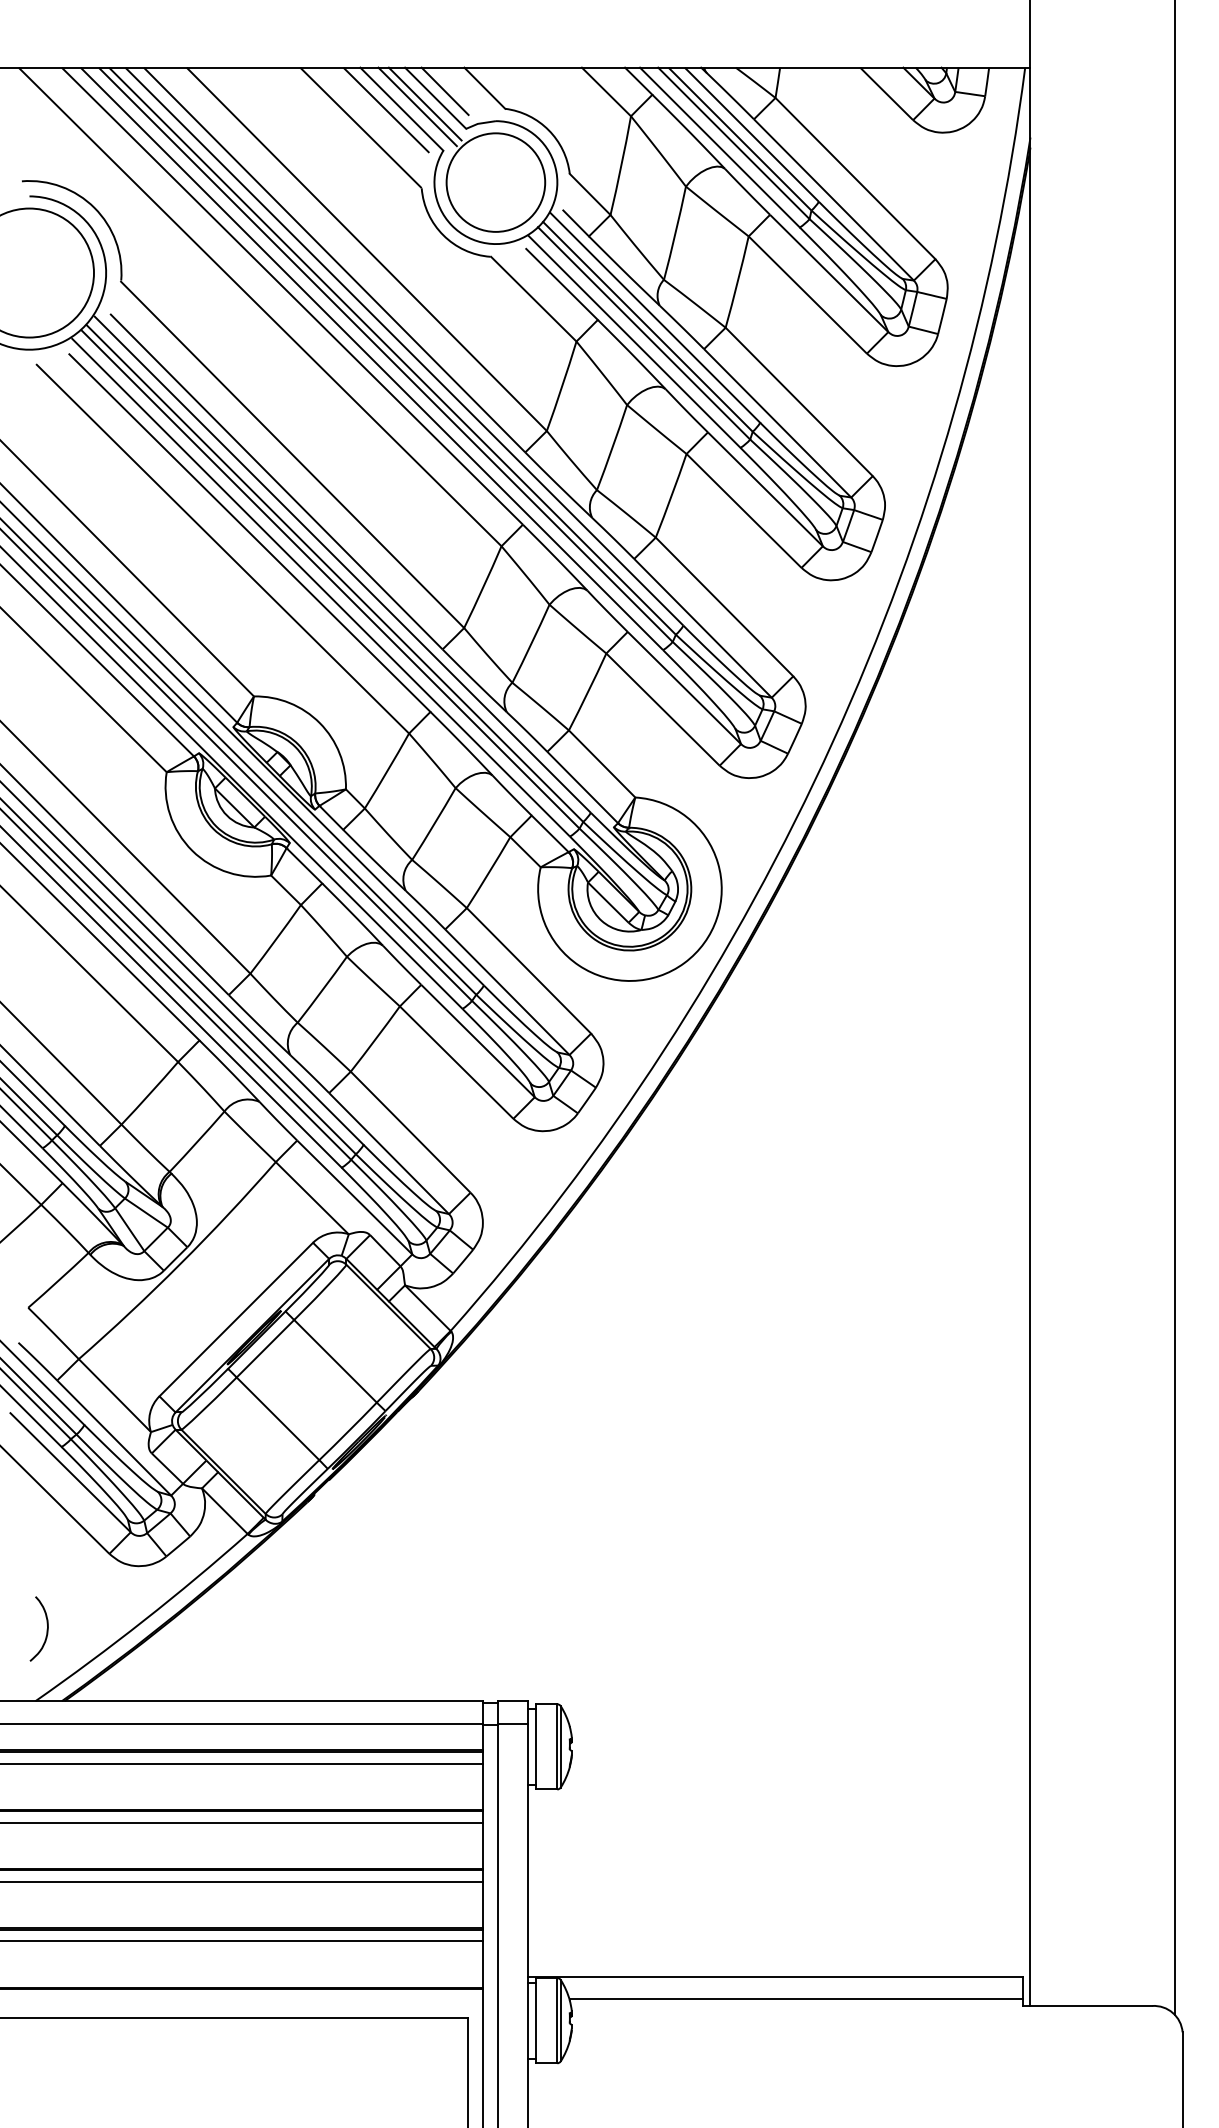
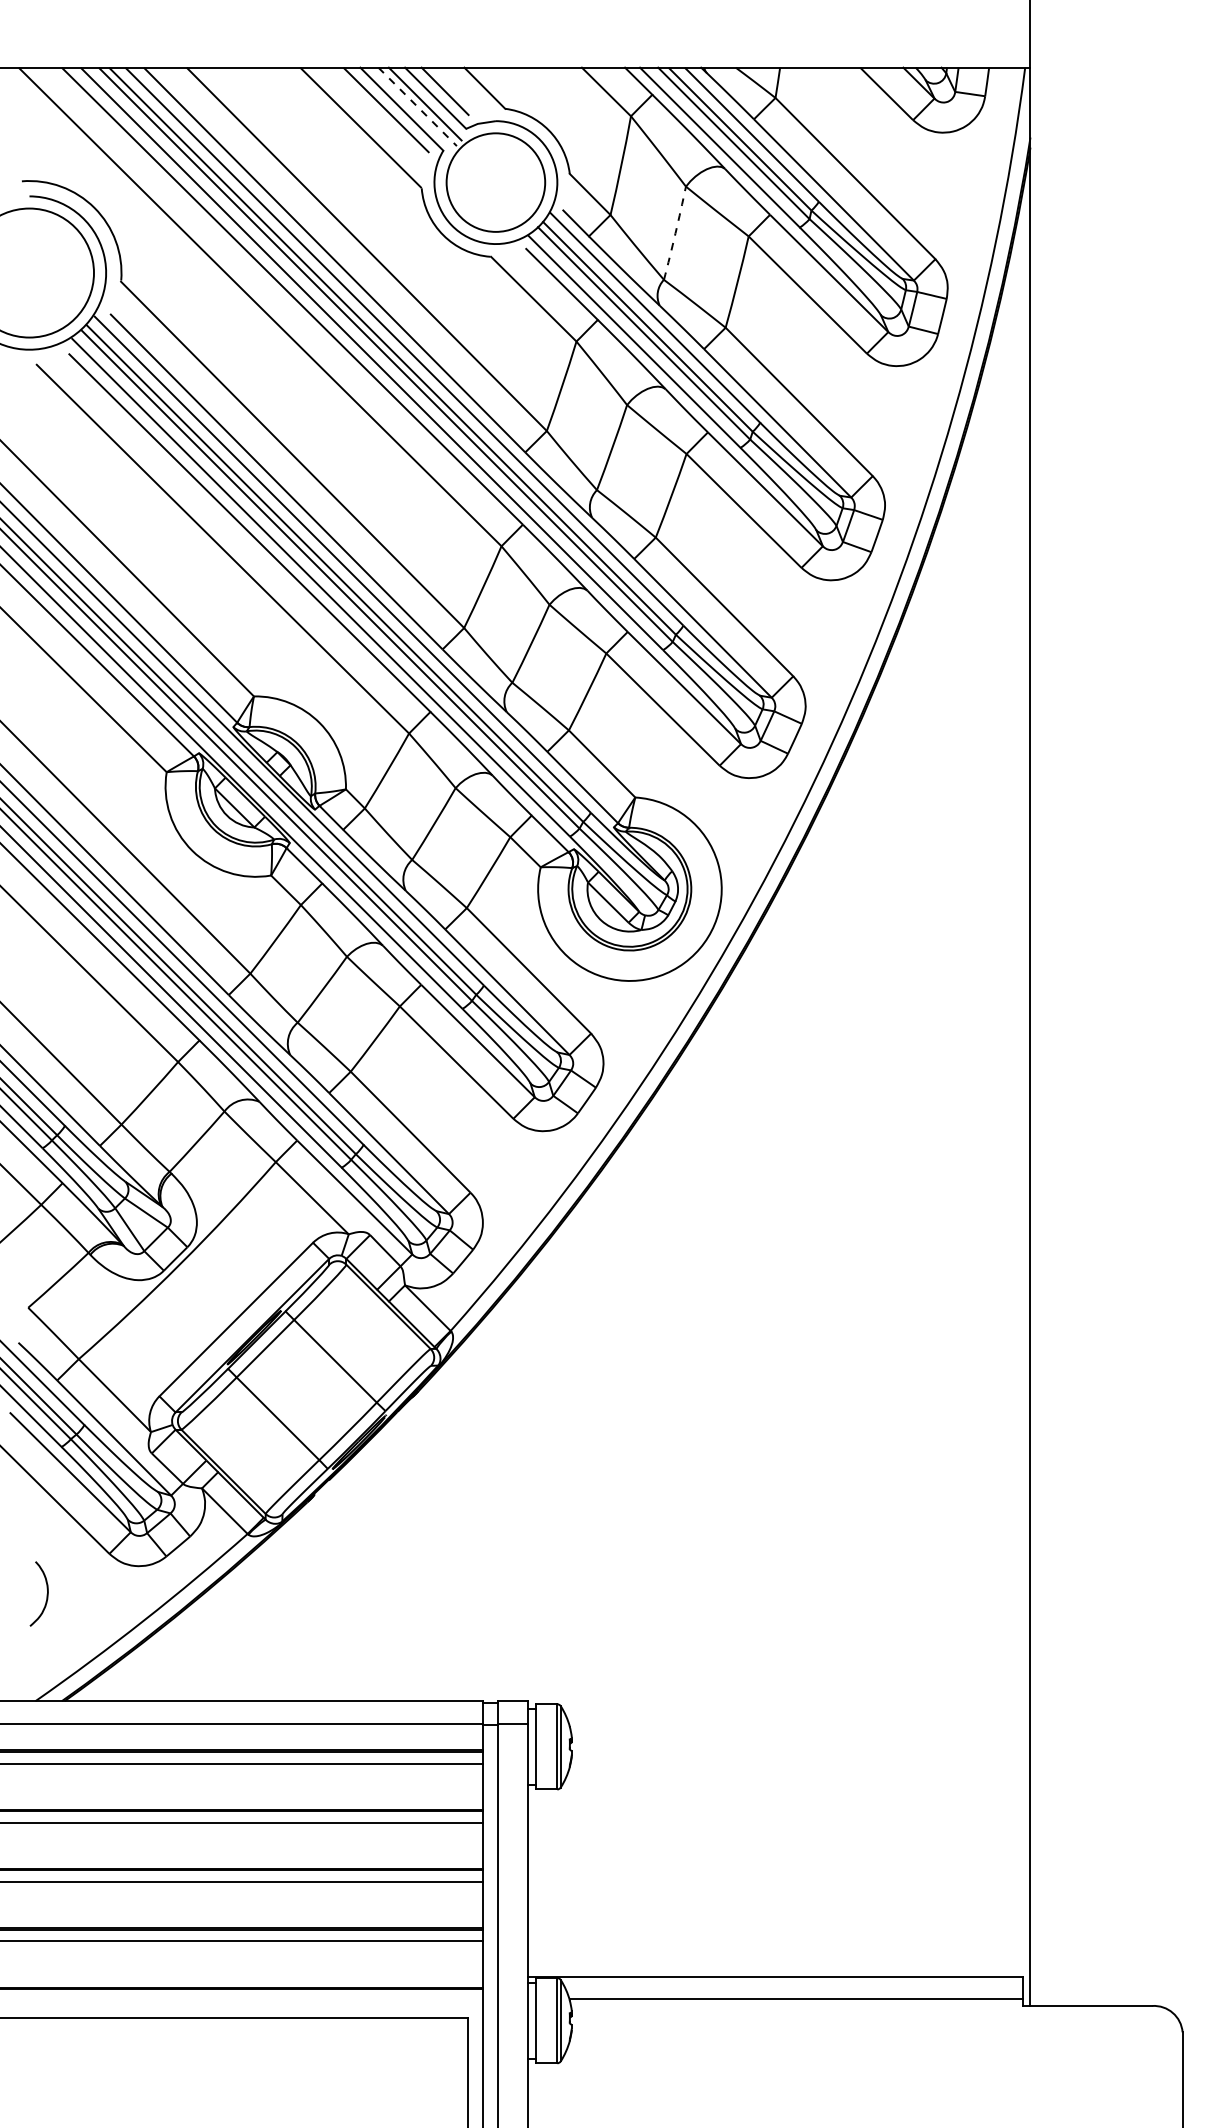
line at (418, 107): solid -> dashed
arc at (675, 233): solid -> dashed
line at (1175, 1008): present -> none
curve at (46, 1629) position: (46, 1629) -> (46, 1594)
